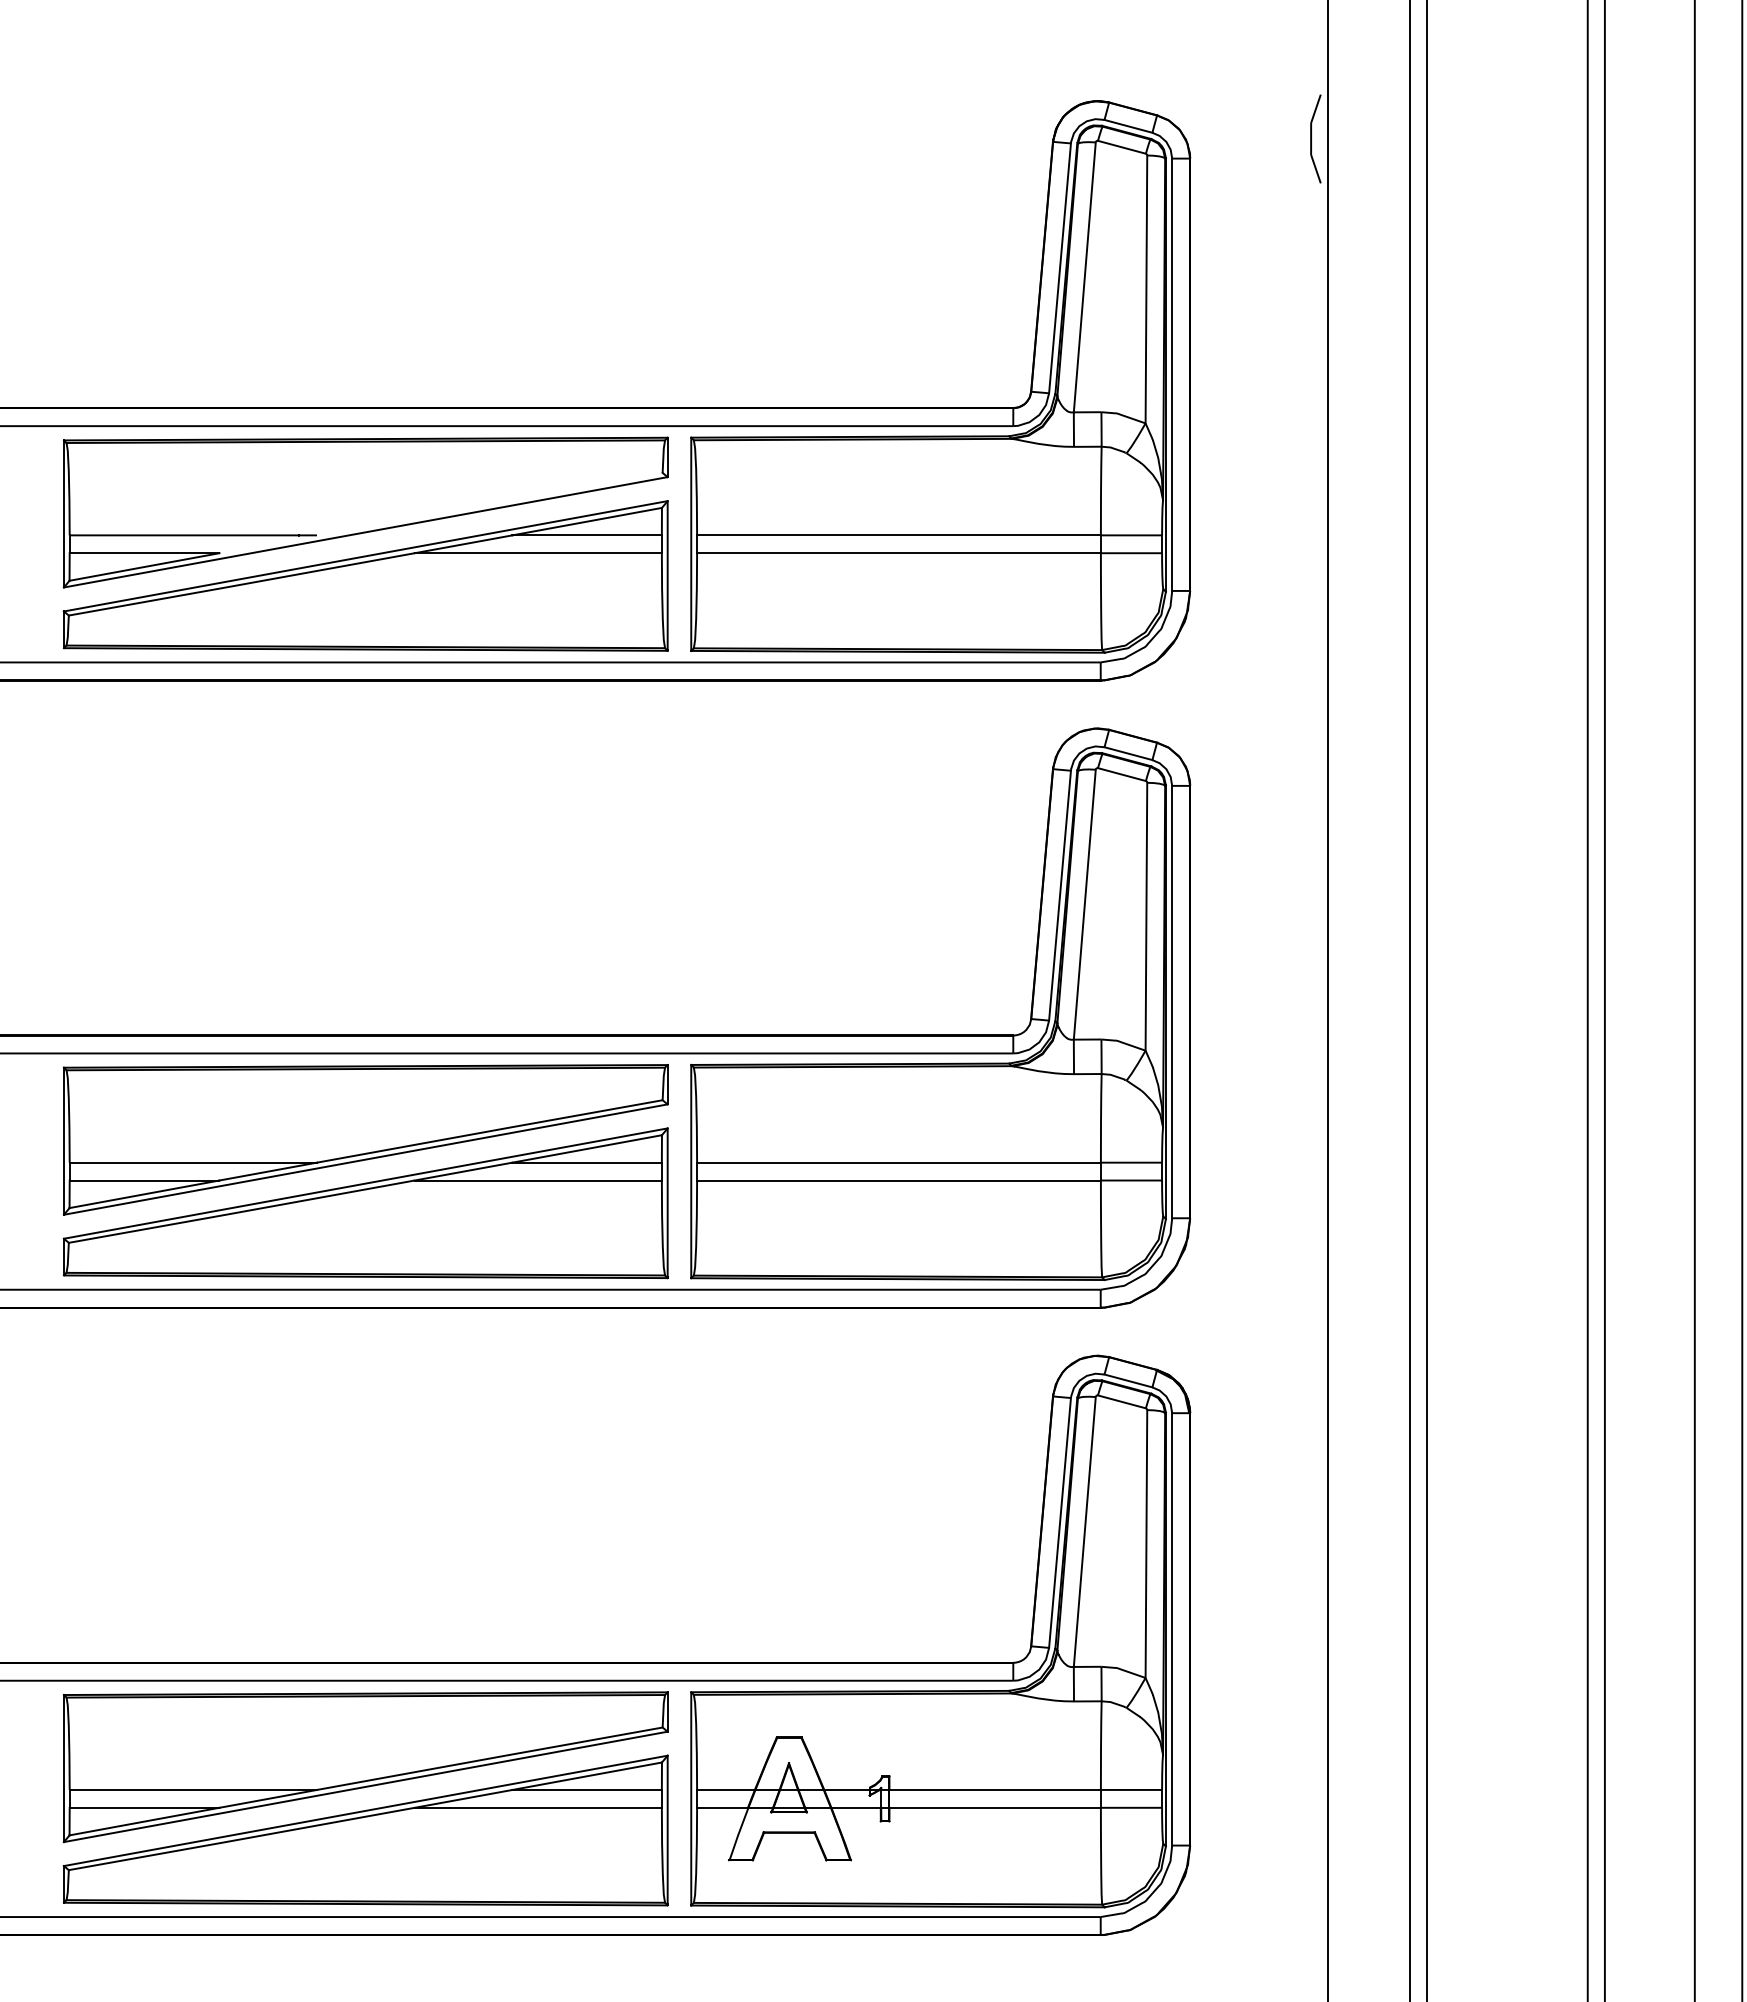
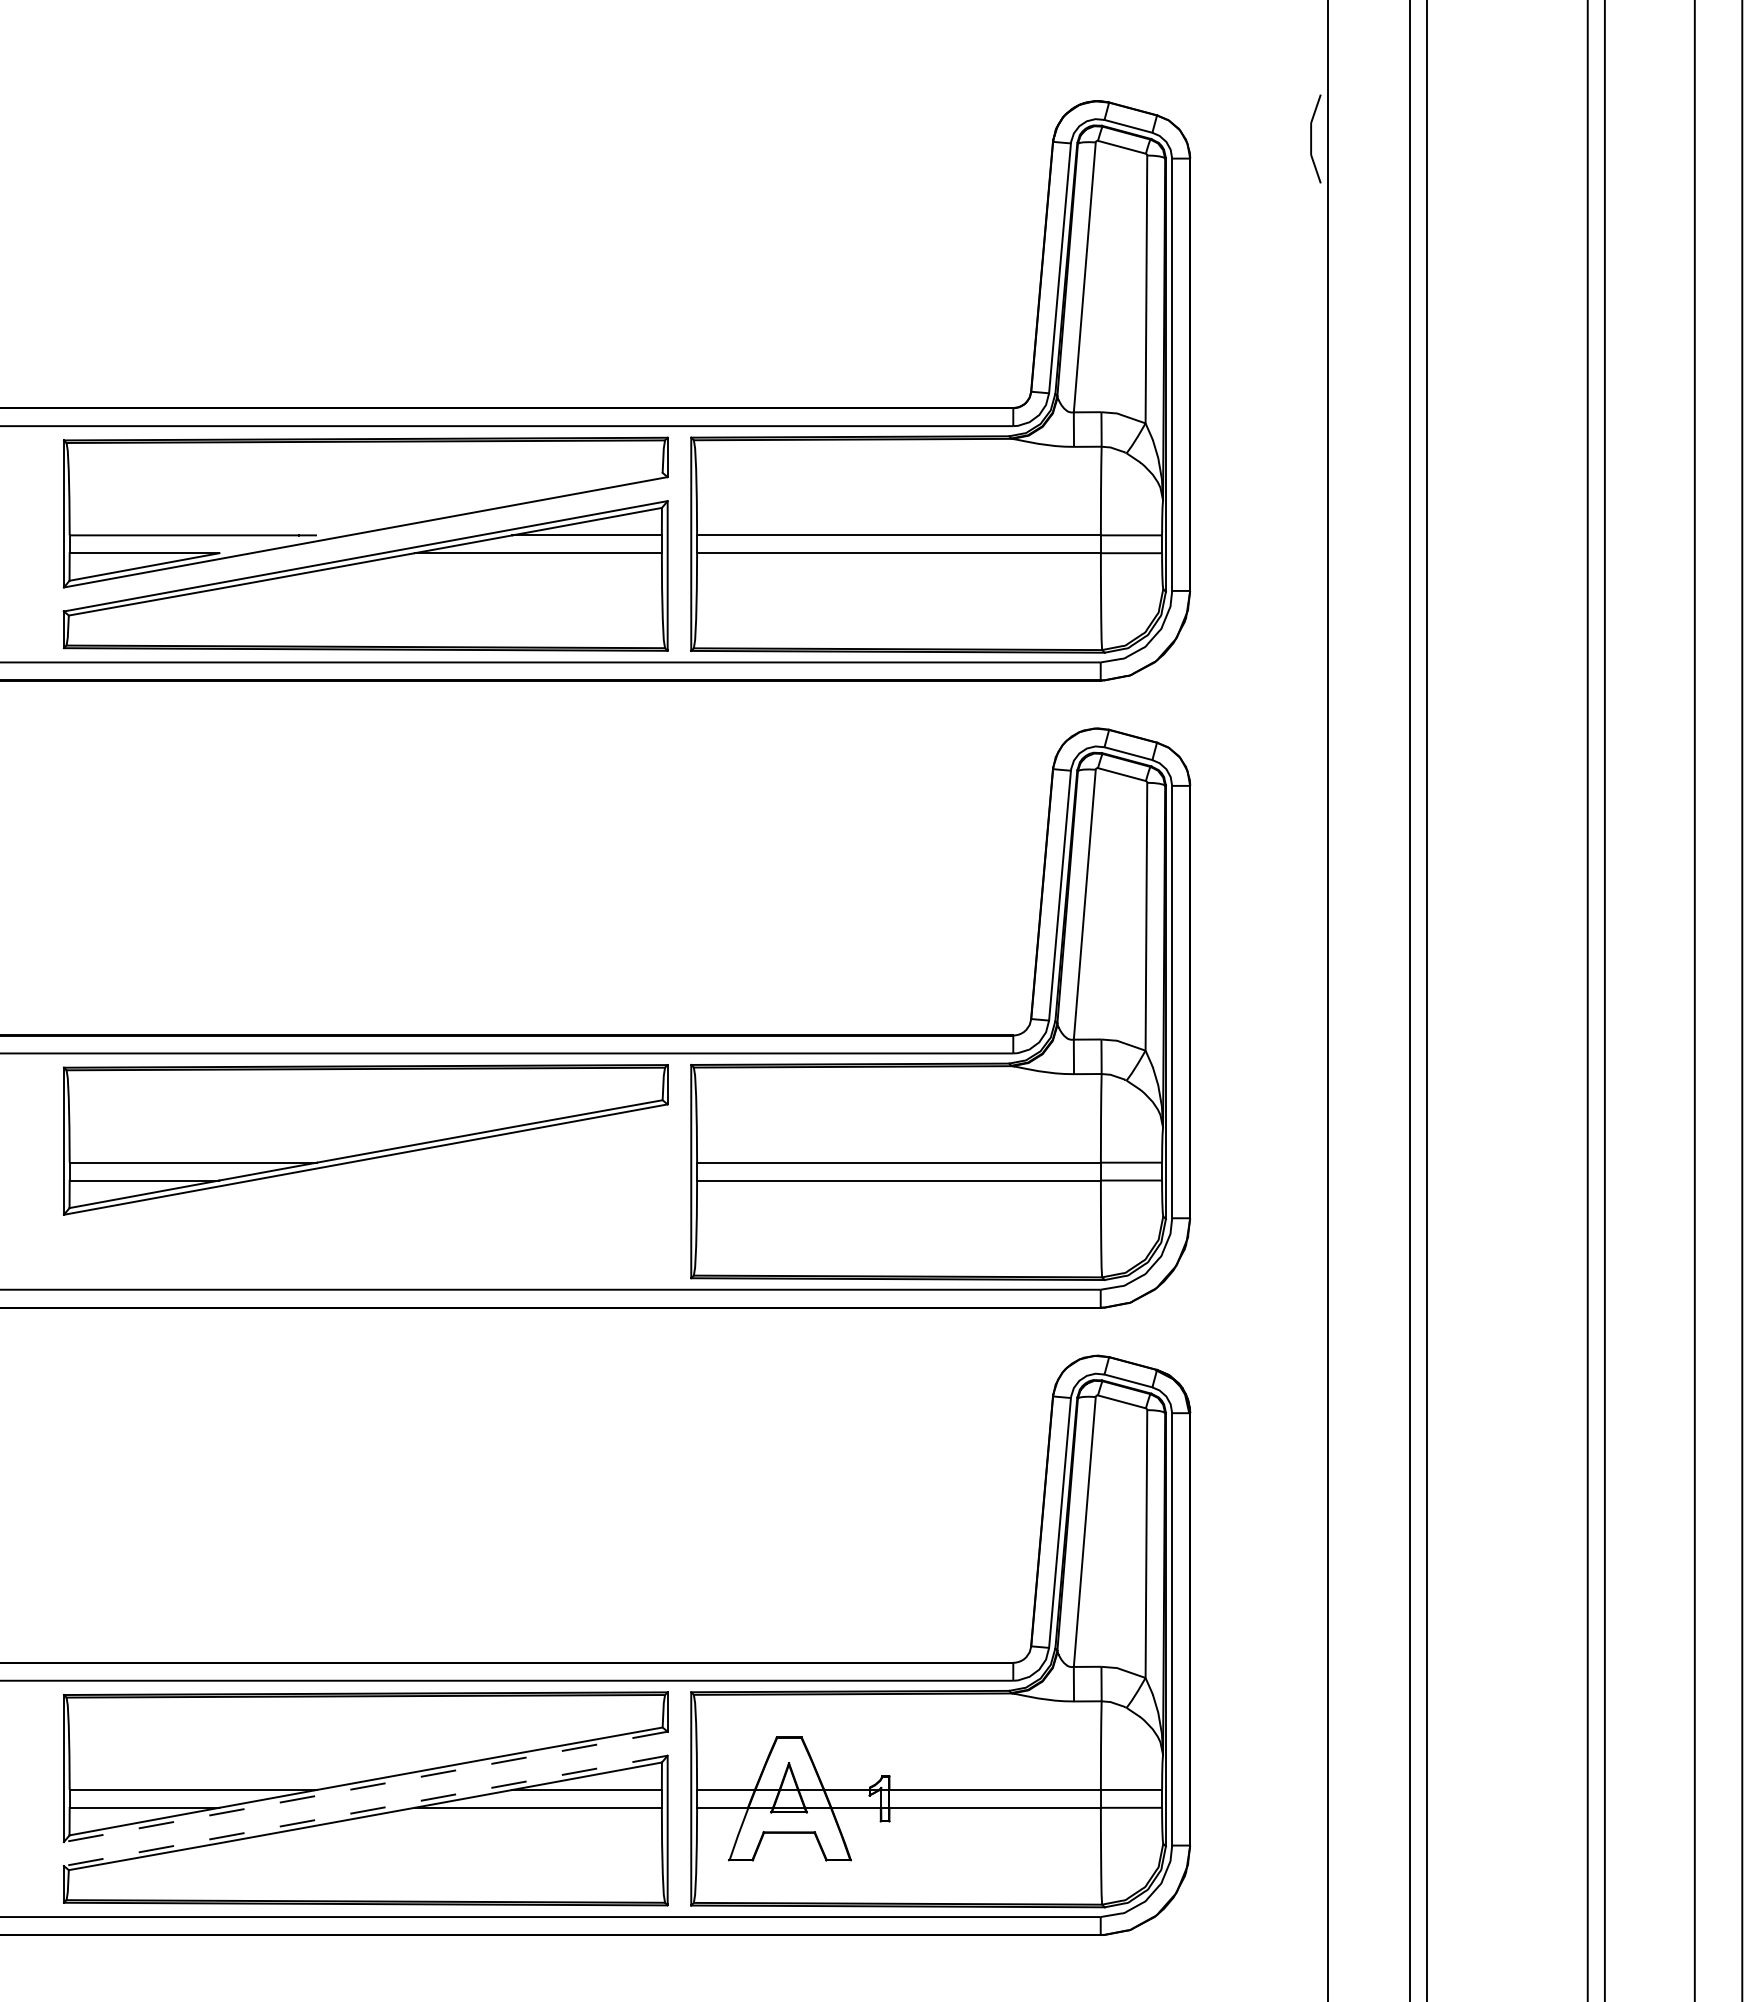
part at (365, 1203): present -> none
line at (365, 1786): solid -> dashed
line at (365, 1810): solid -> dashed
